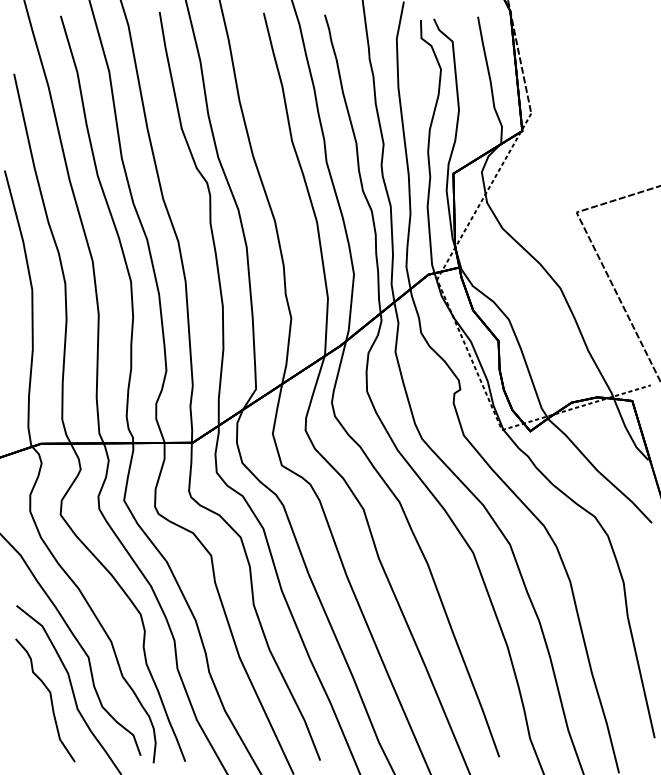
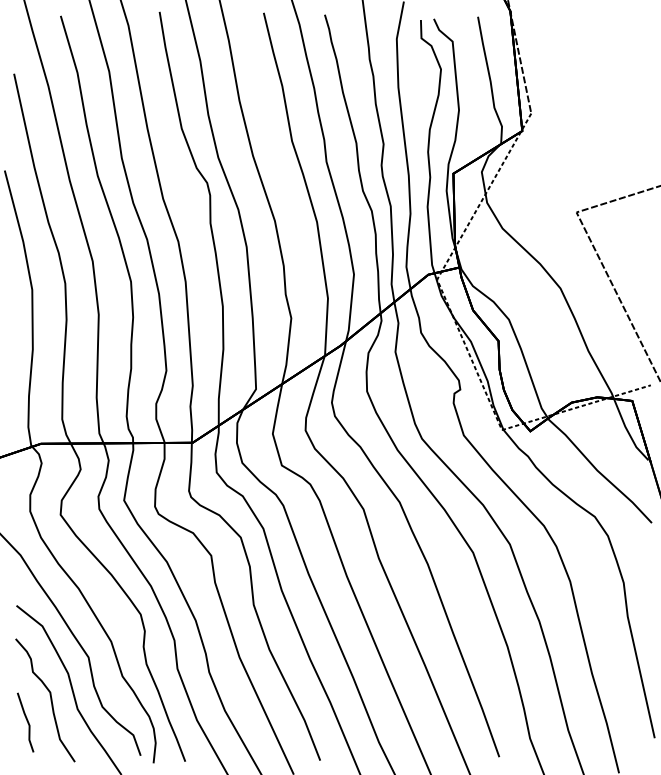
line at (26, 721): none -> present
